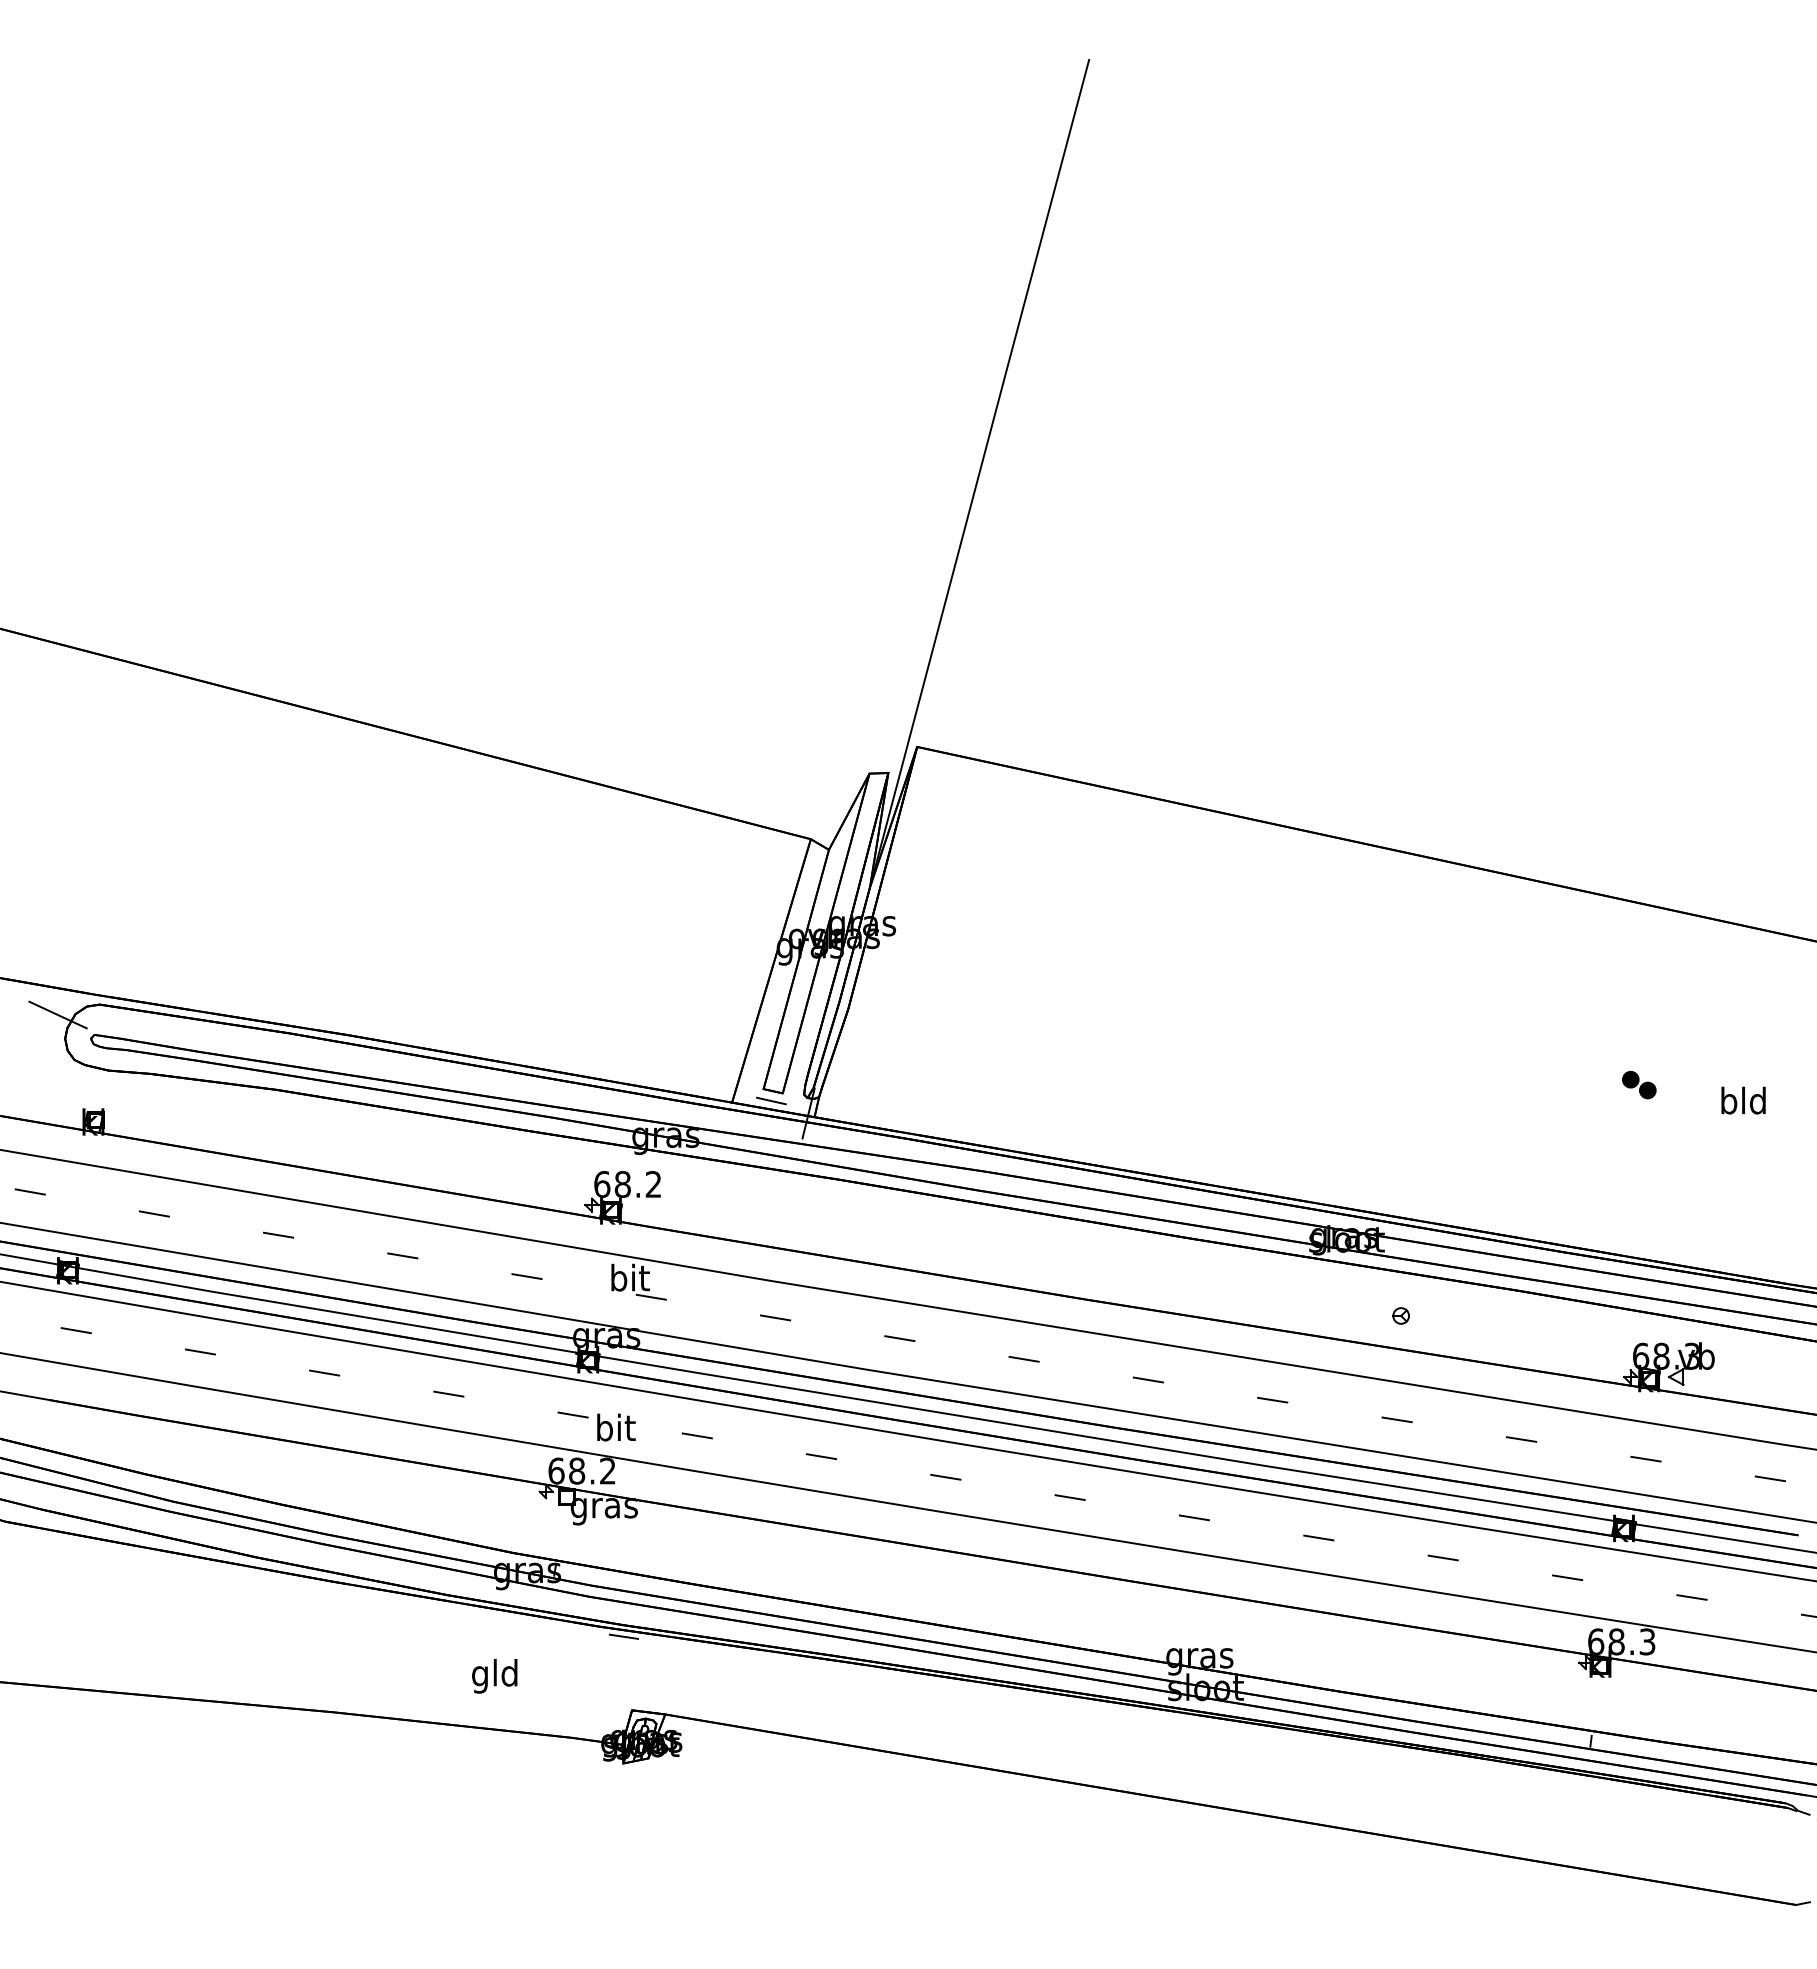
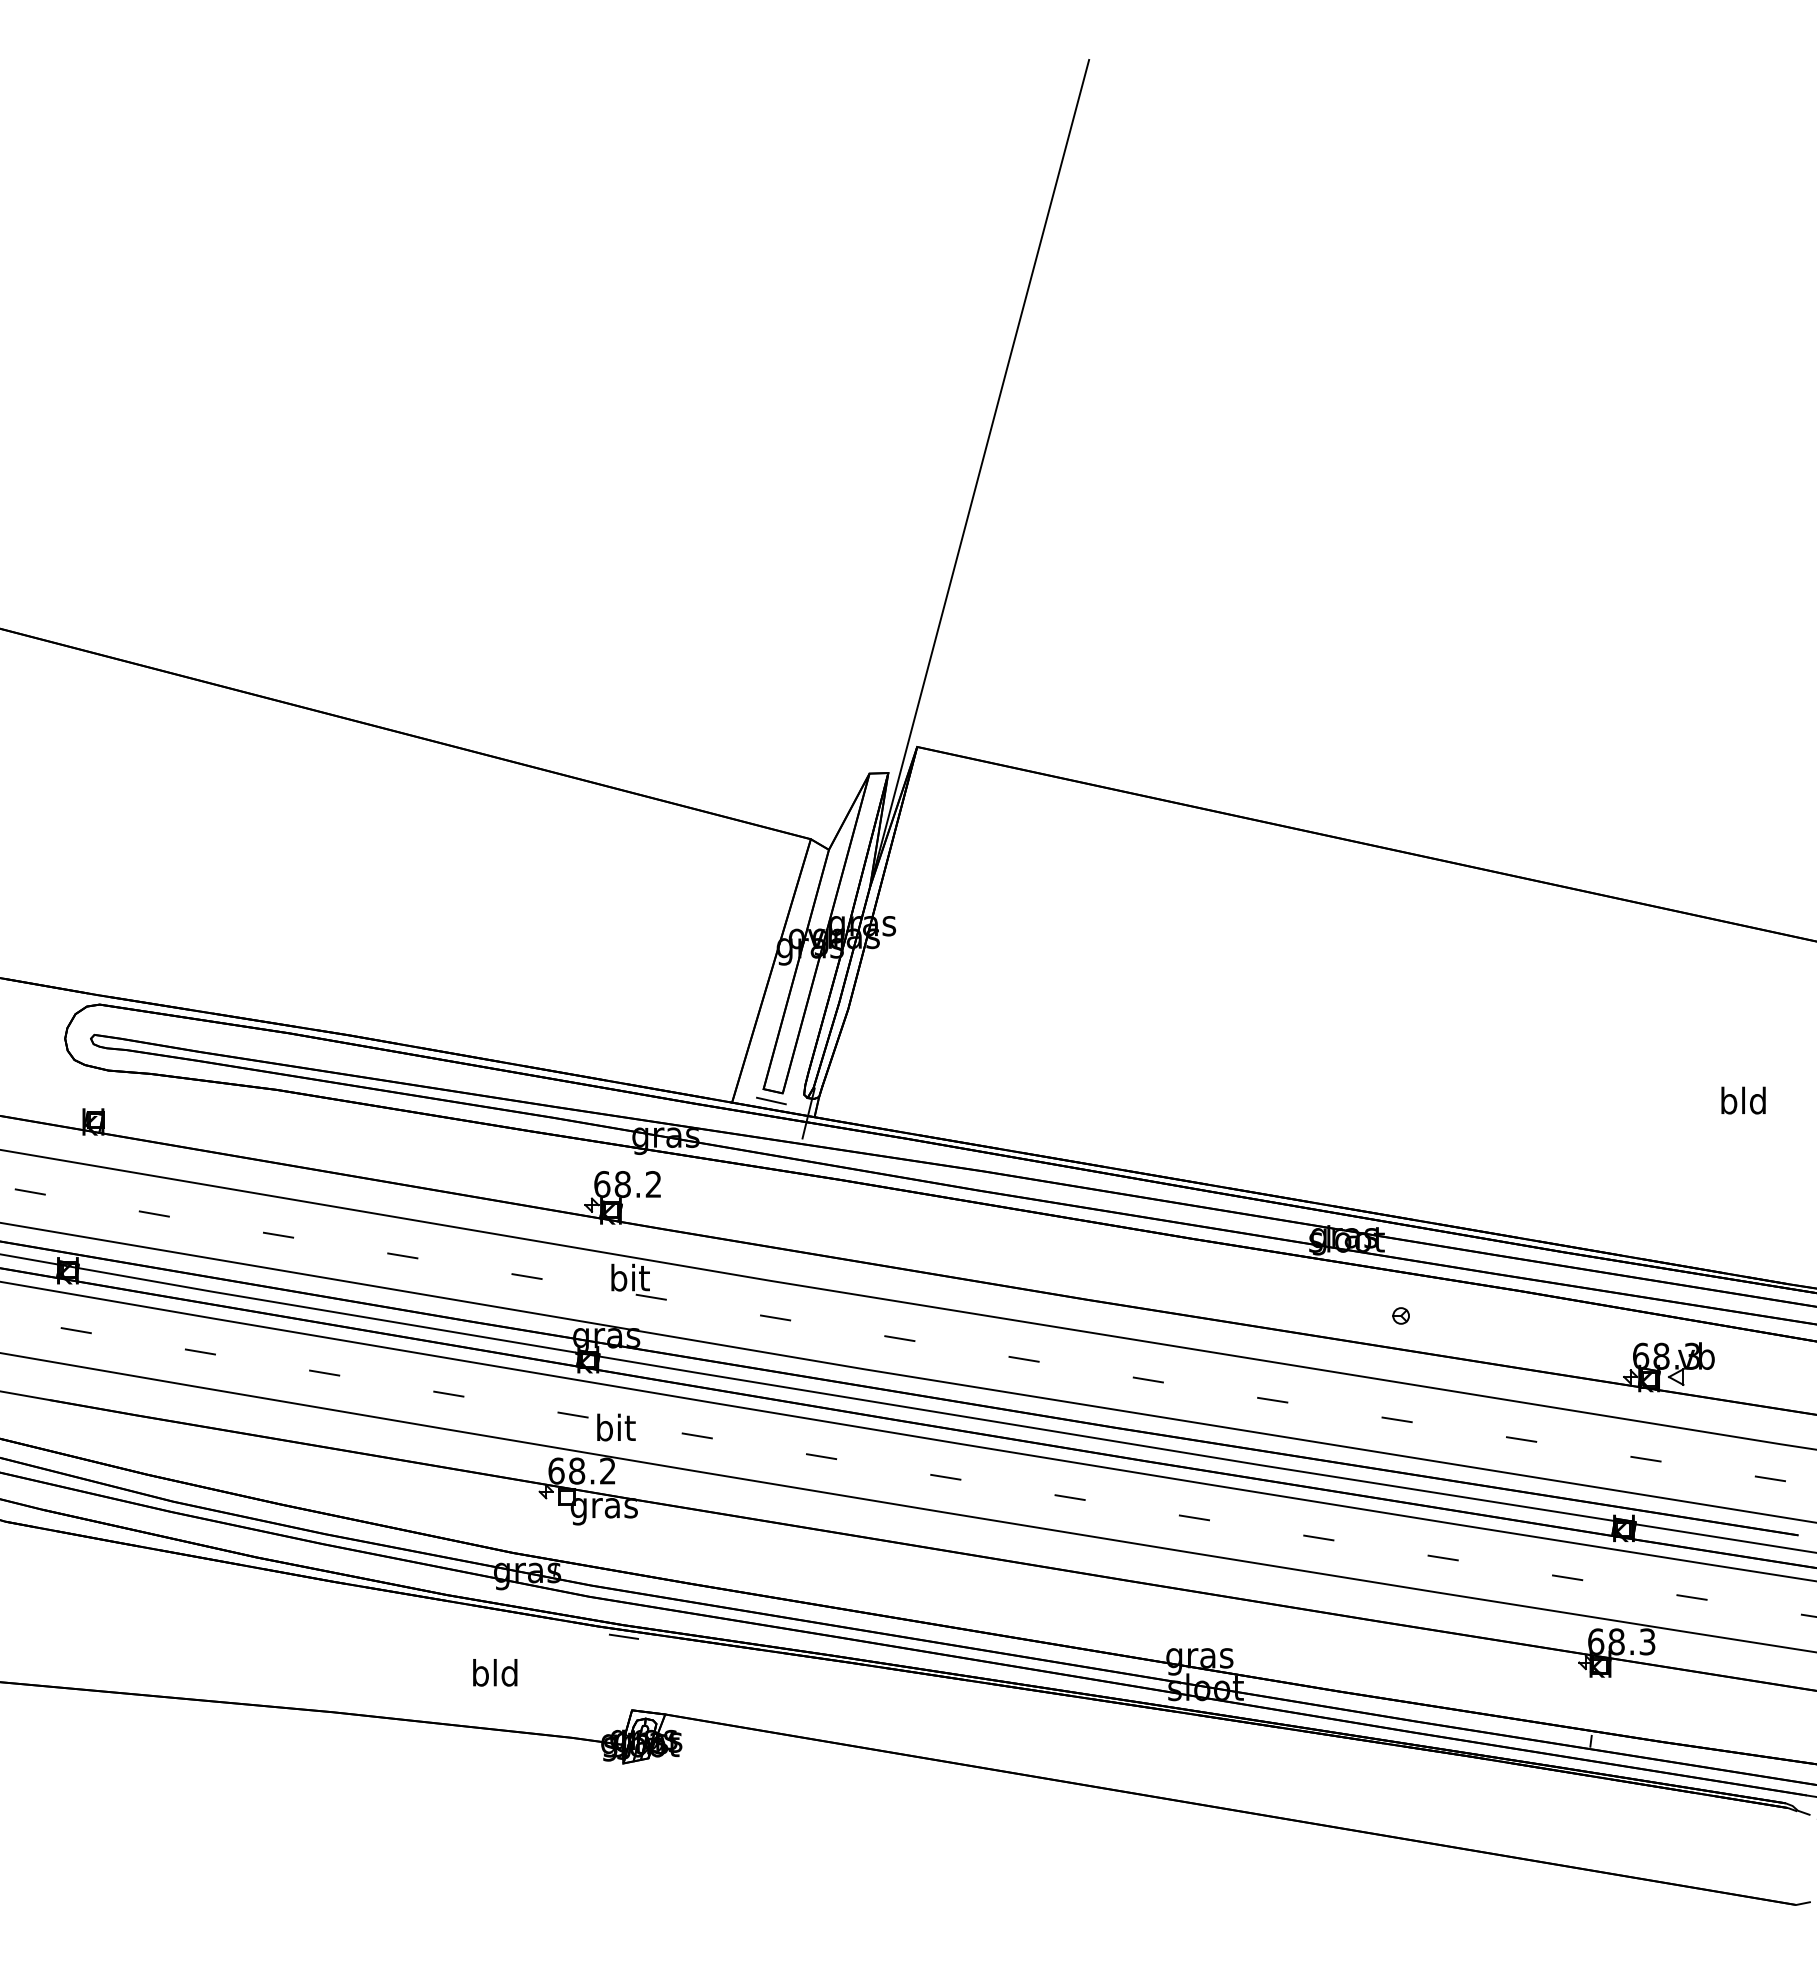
line at (57, 1014): present -> none
part at (1639, 1084): present -> none
text at (480, 1676): gld -> bld
